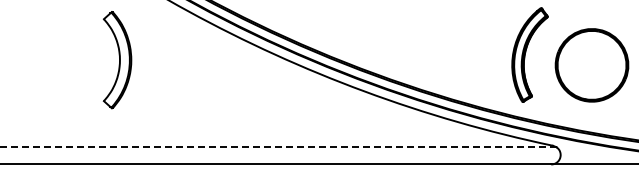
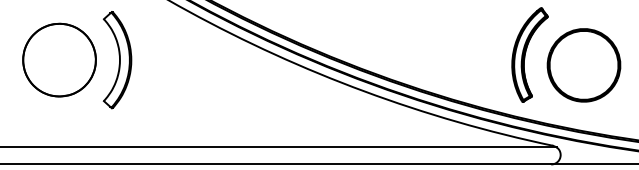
part at (59, 59): none -> present
part at (591, 65) position: (591, 65) -> (583, 65)
line at (278, 147): dashed -> solid
